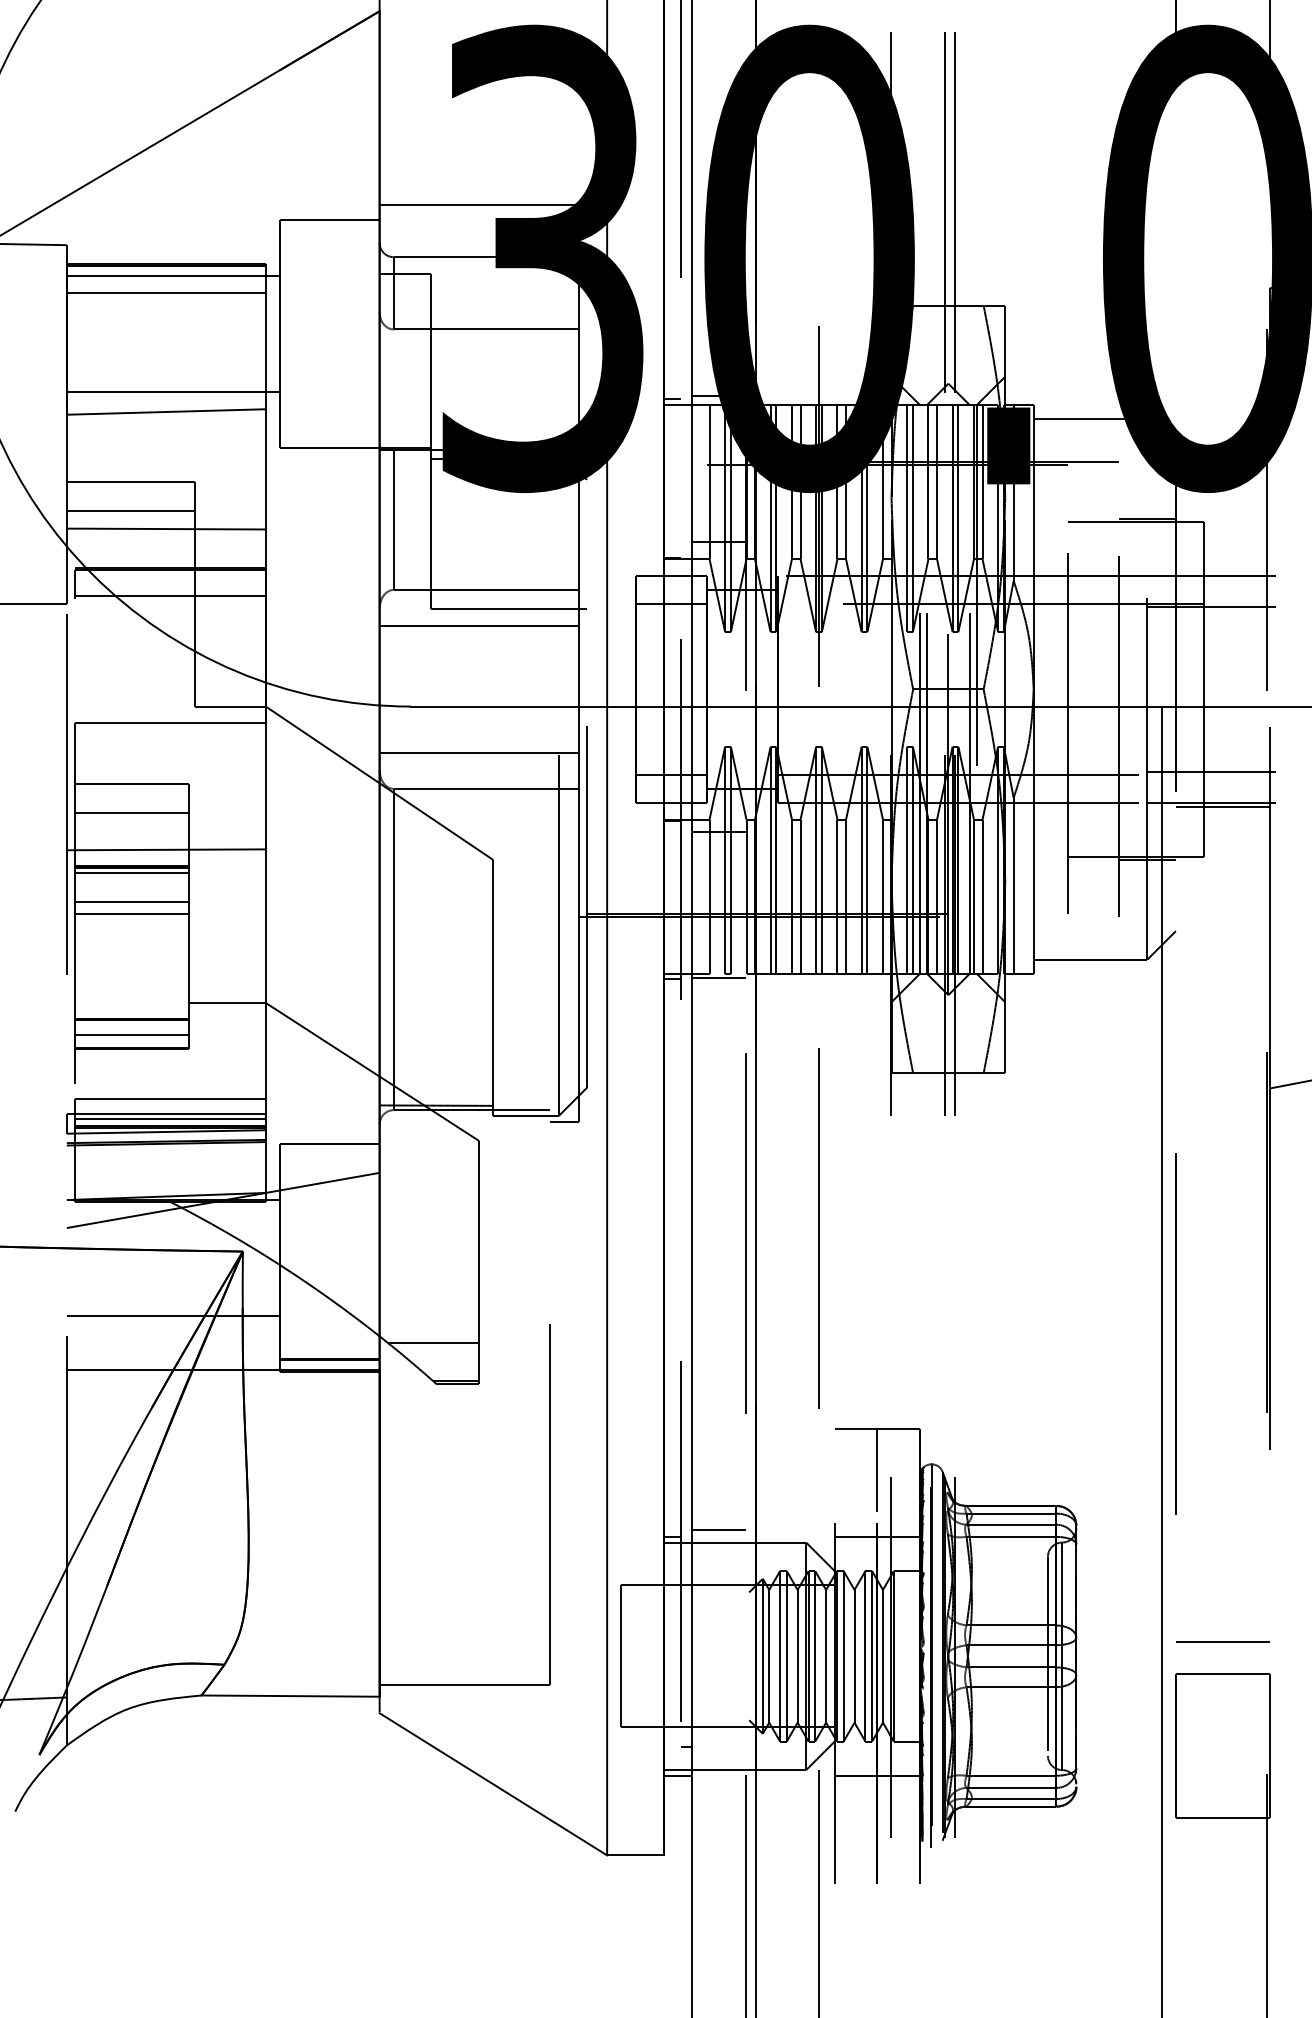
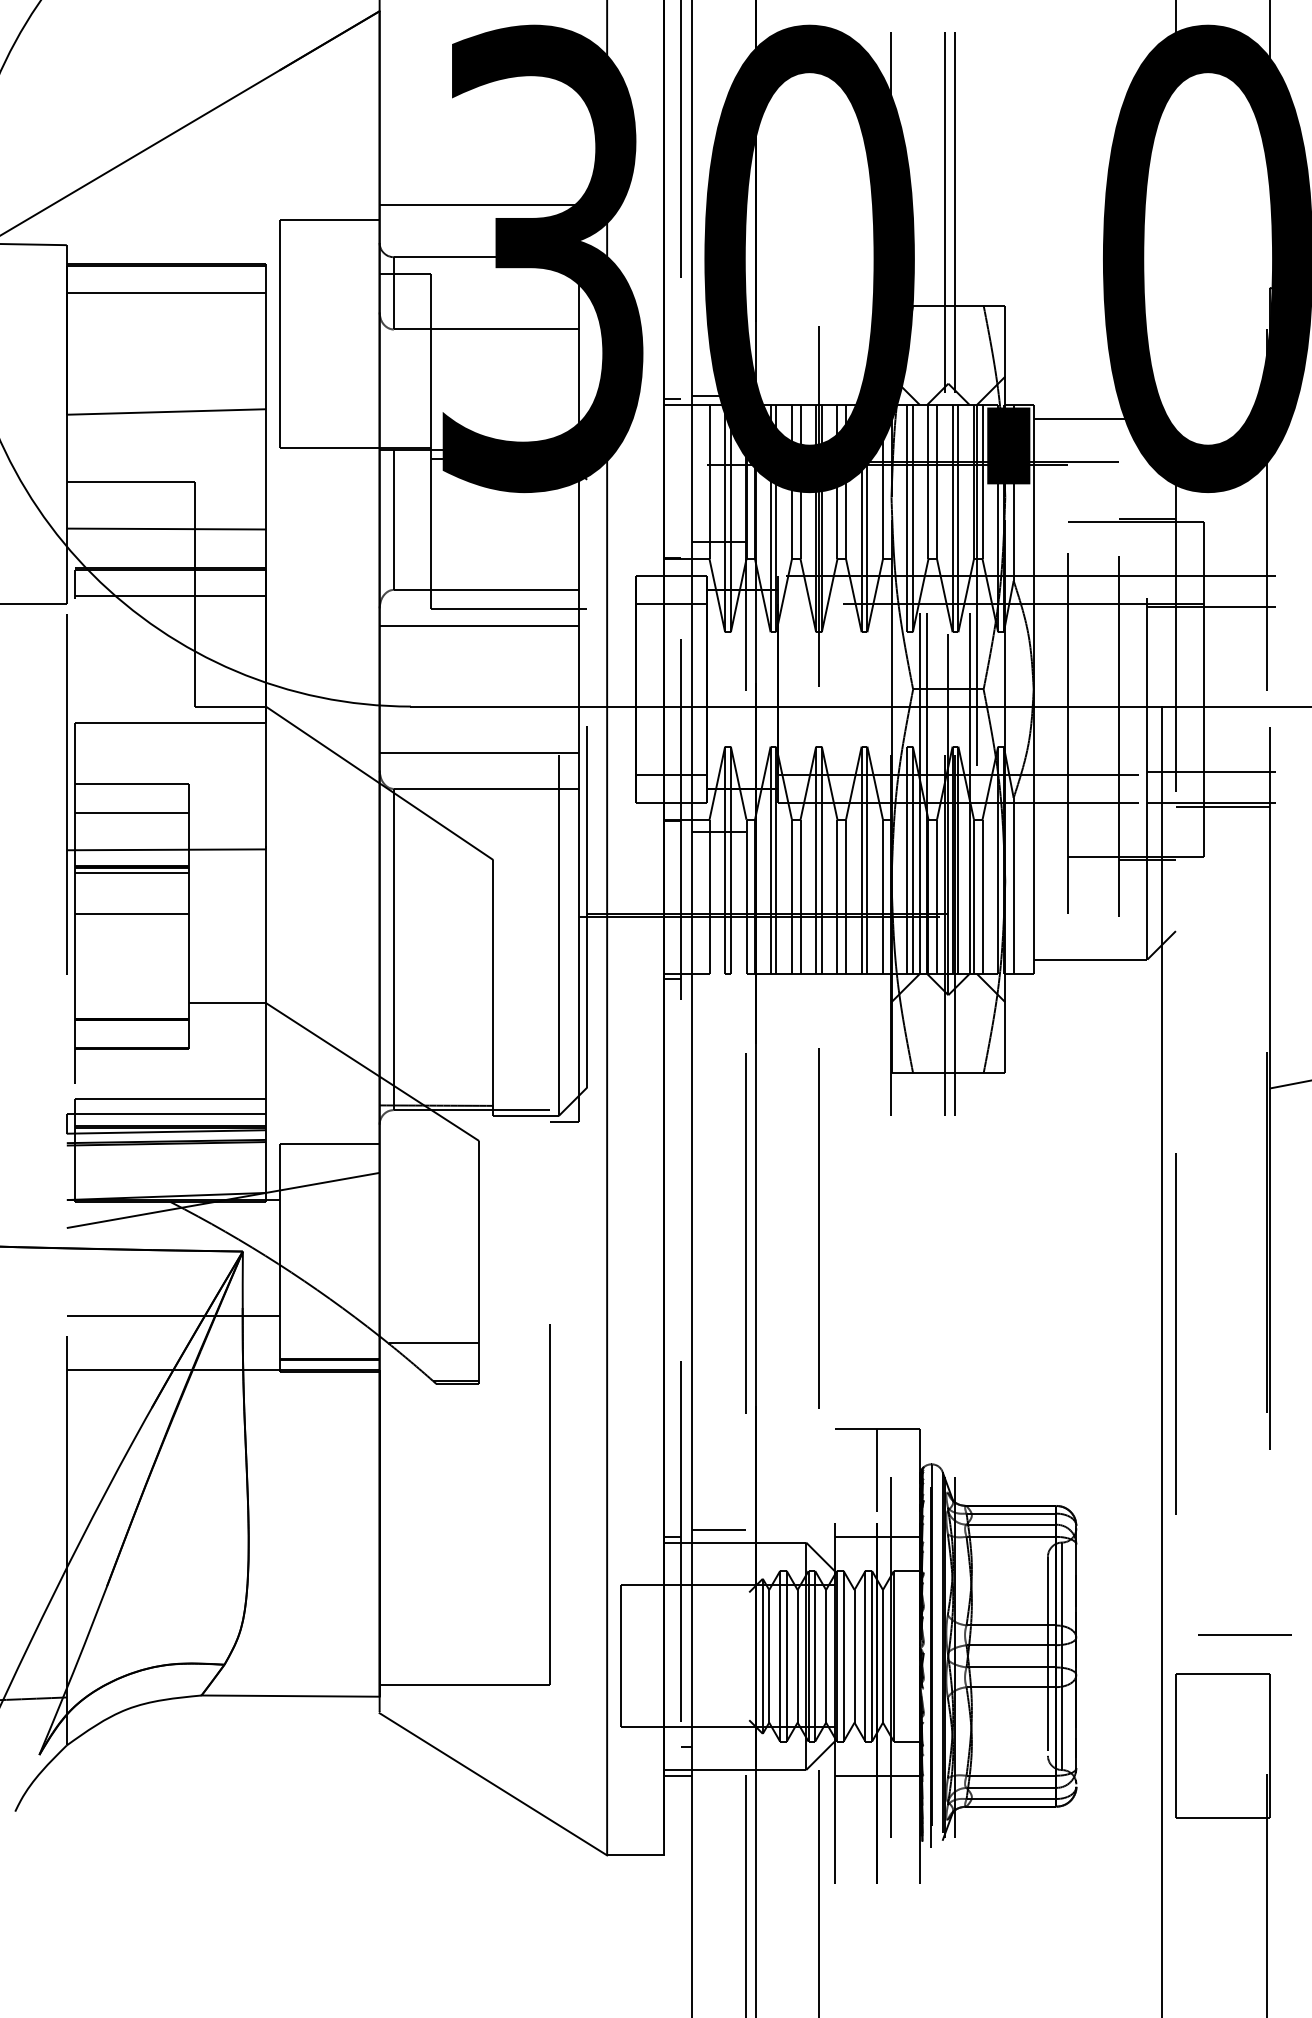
line at (173, 275): present -> none
line at (173, 392): present -> none
line at (130, 510): present -> none
line at (132, 901): present -> none
line at (719, 978): present -> none
line at (132, 1034): present -> none
line at (170, 1119): present -> none
line at (1222, 1641) position: (1222, 1641) -> (1244, 1634)
